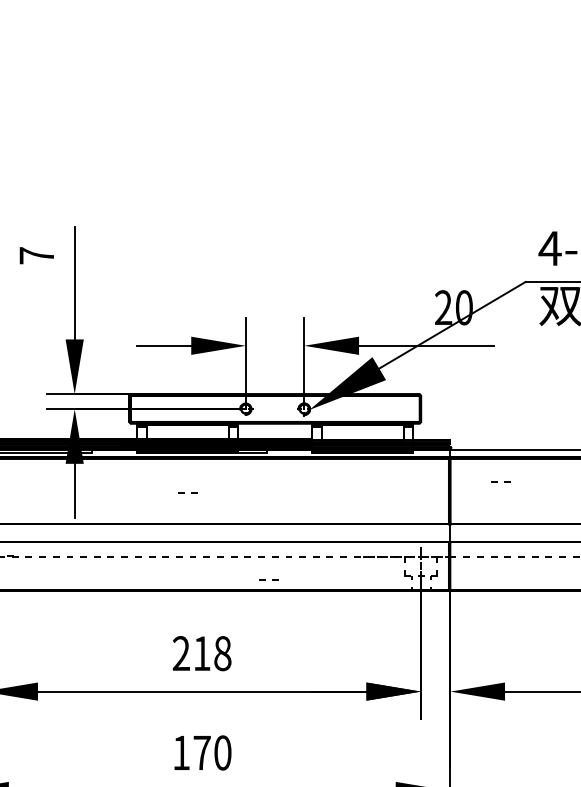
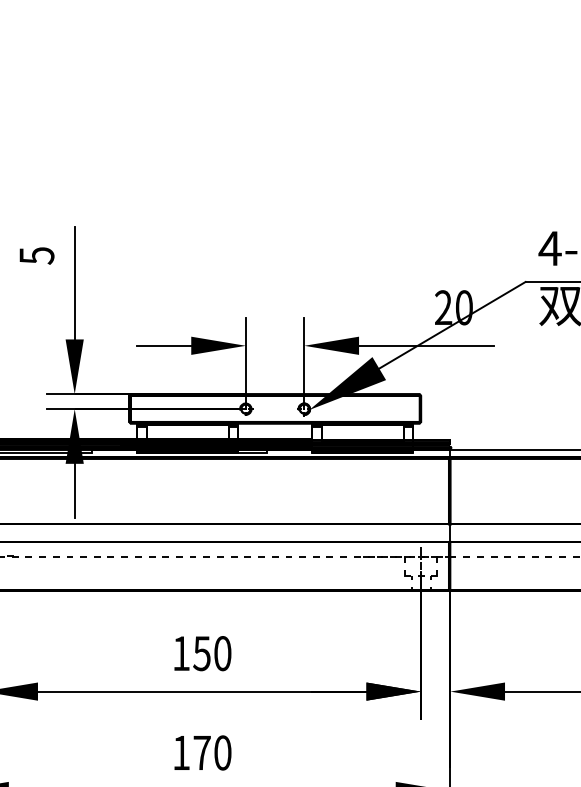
text at (36, 255): 7 -> 5
line at (497, 481): present -> none
line at (184, 492): present -> none
line at (265, 579): present -> none
text at (201, 653): 218 -> 150
